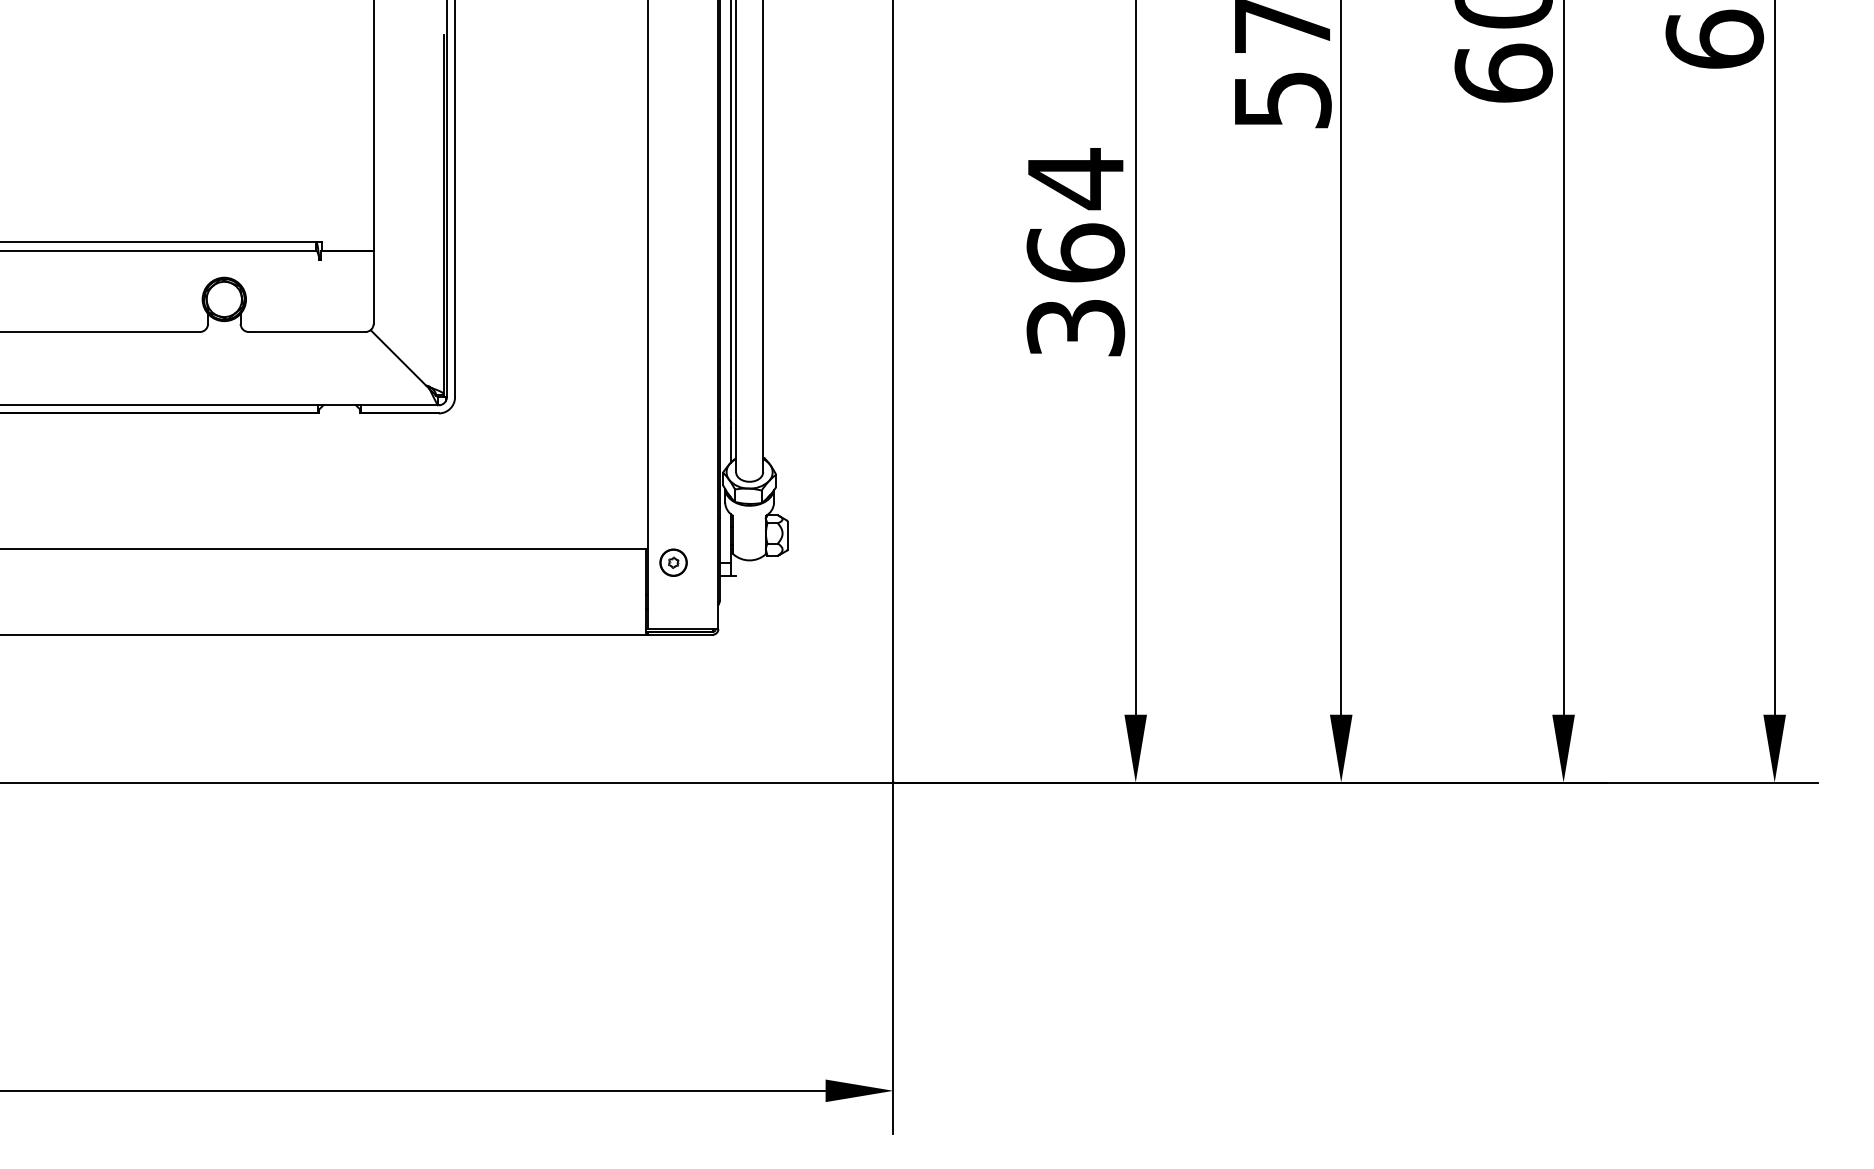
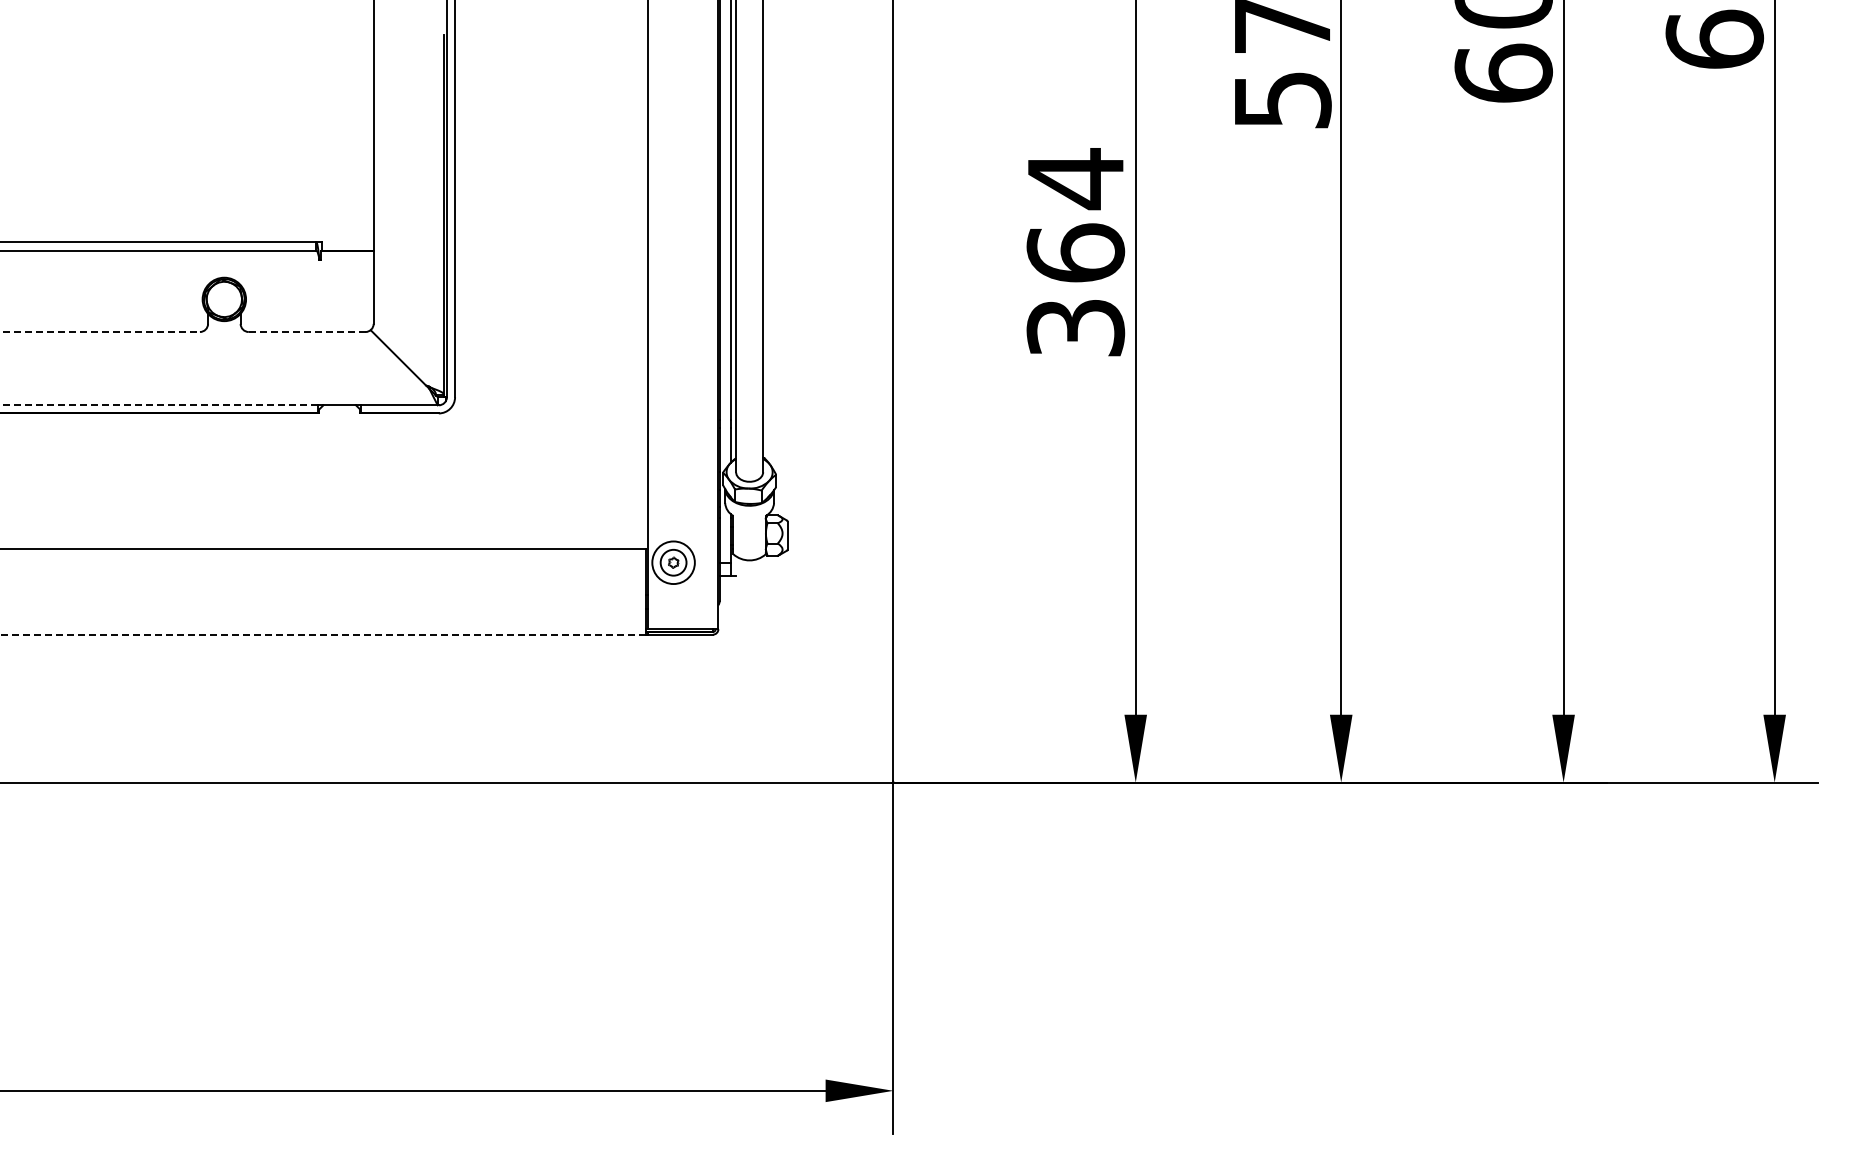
line at (99, 332): solid -> dashed
line at (307, 332): solid -> dashed
line at (159, 405): solid -> dashed
circle at (673, 562) diameter: 27 px -> 43 px
line at (323, 634): solid -> dashed
